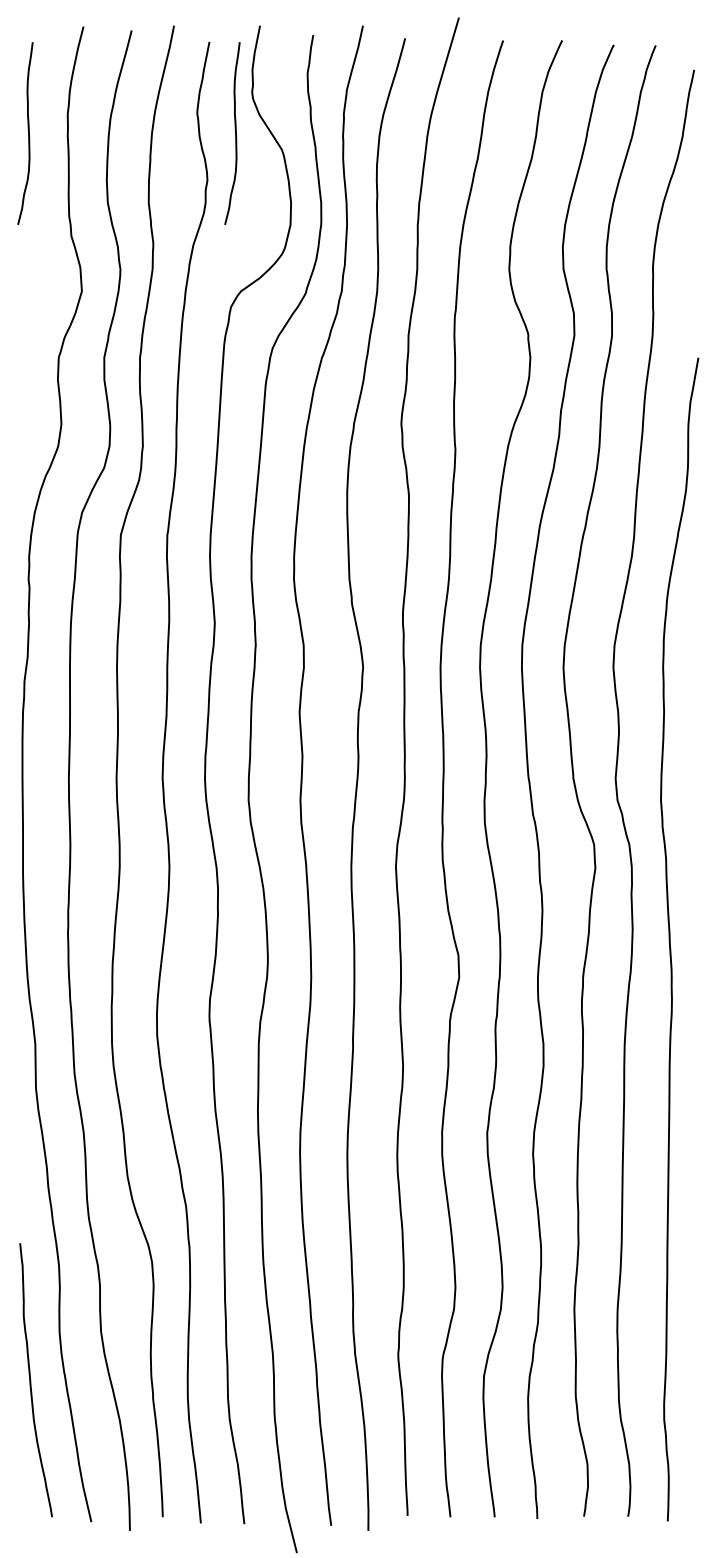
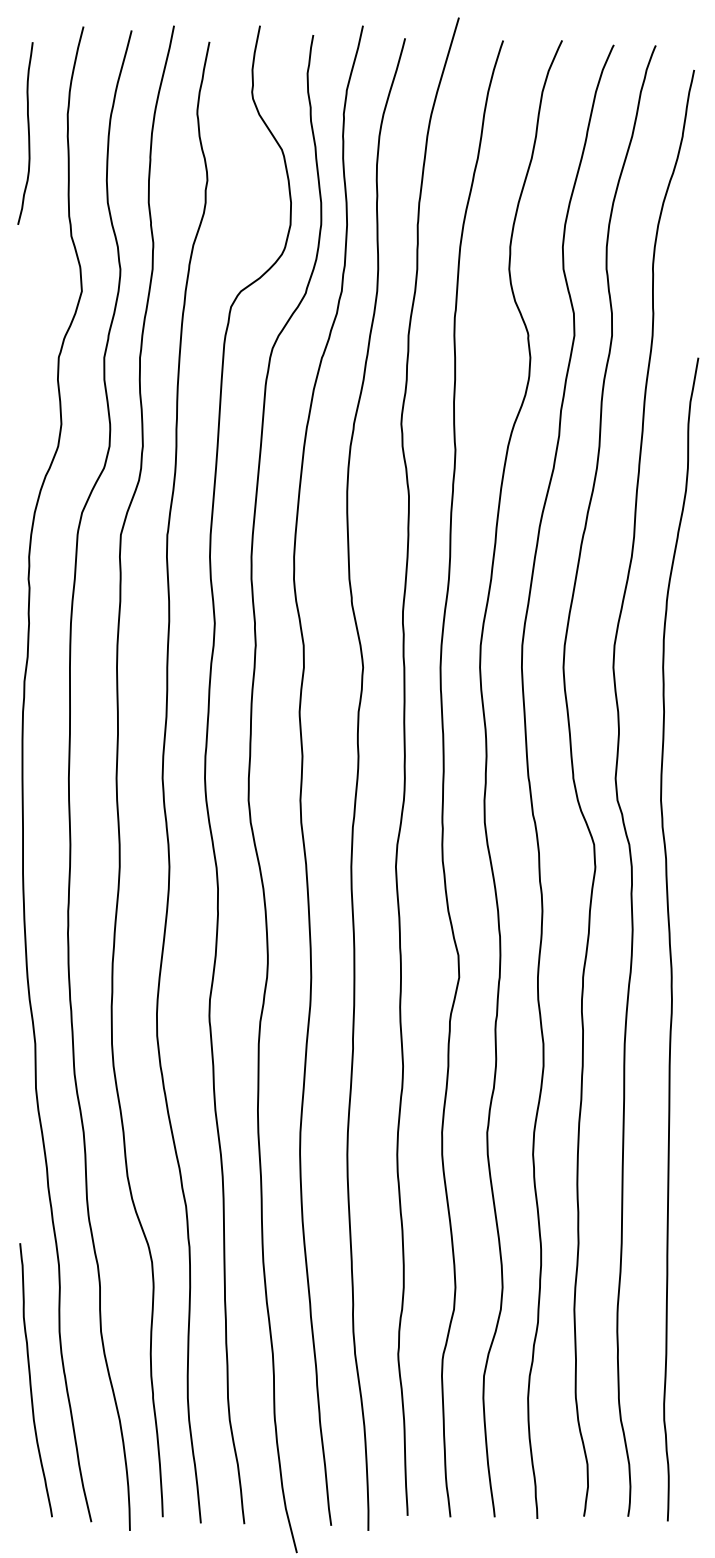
curve at (235, 133): present -> none
